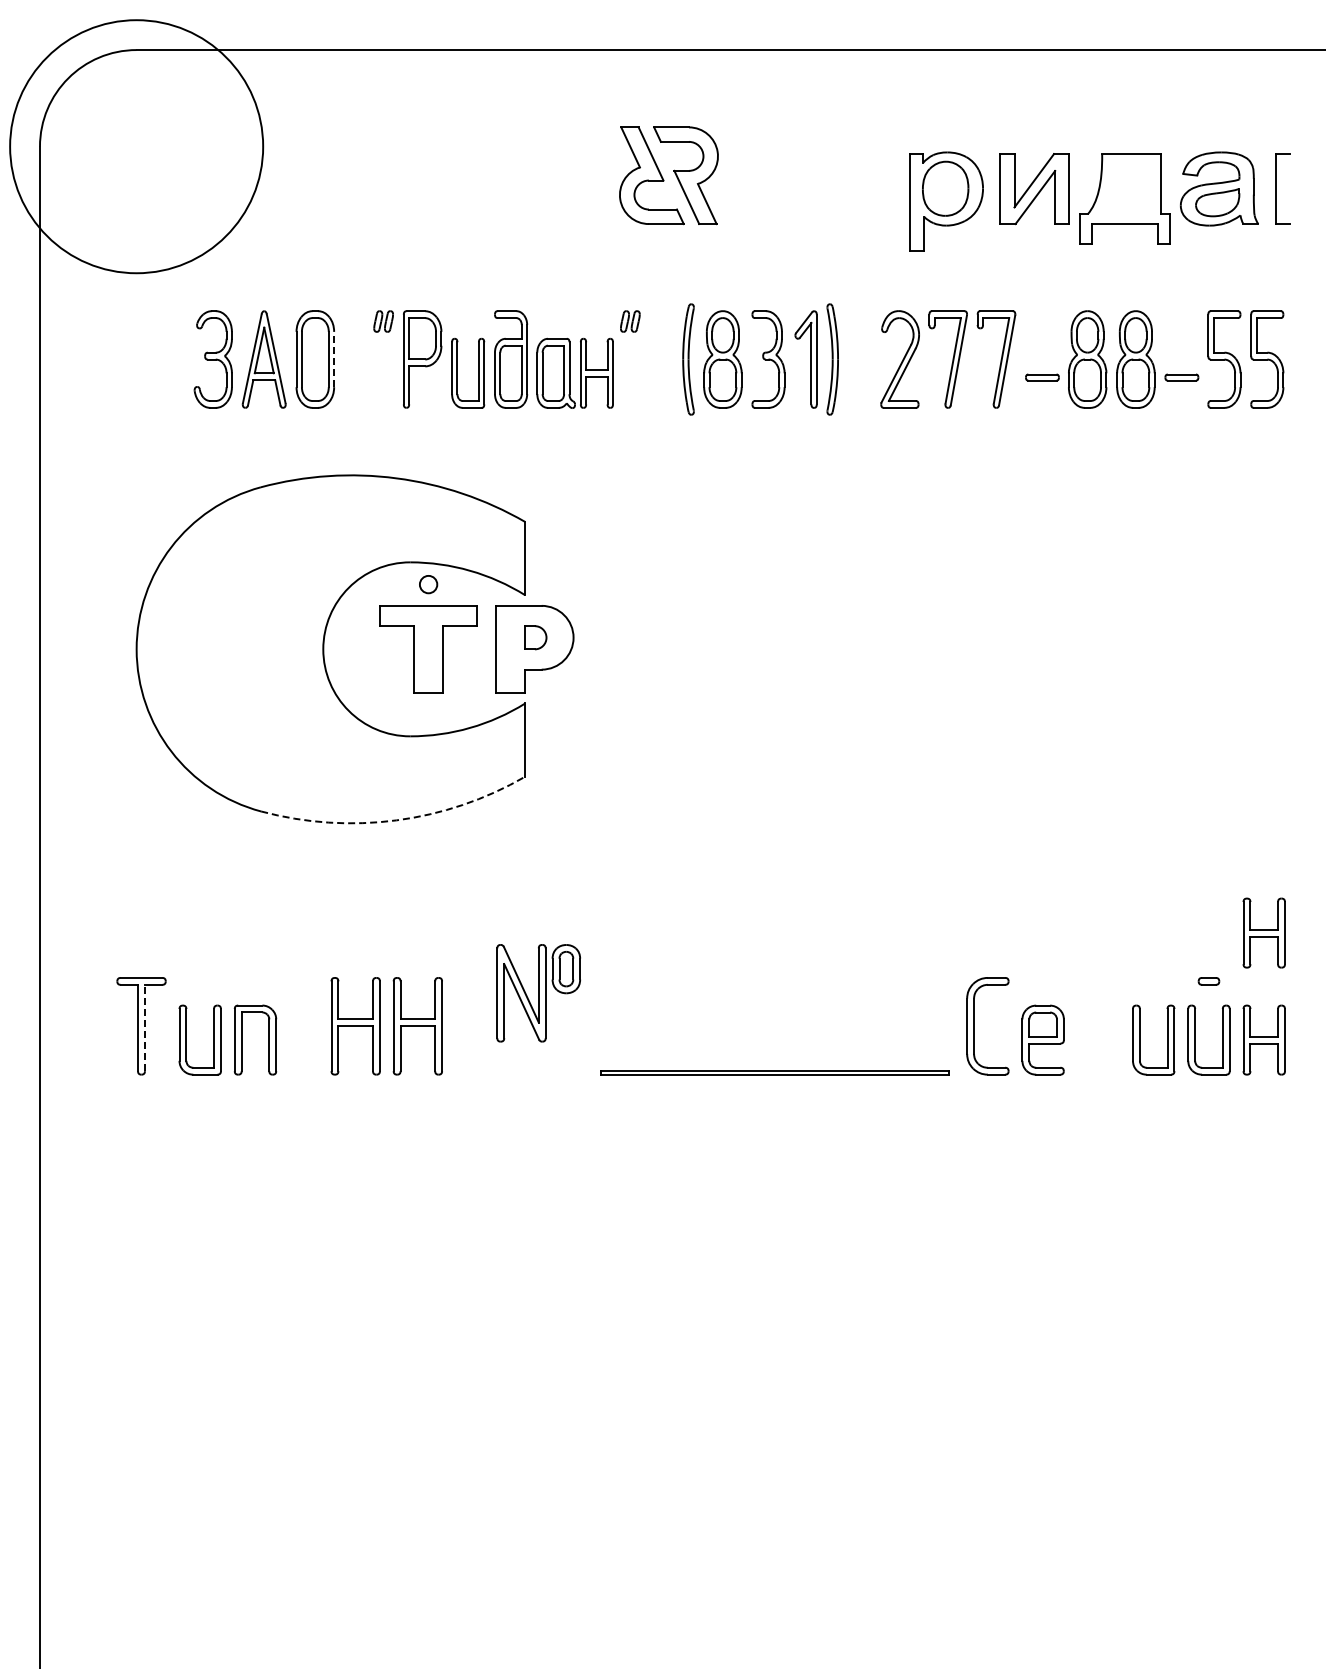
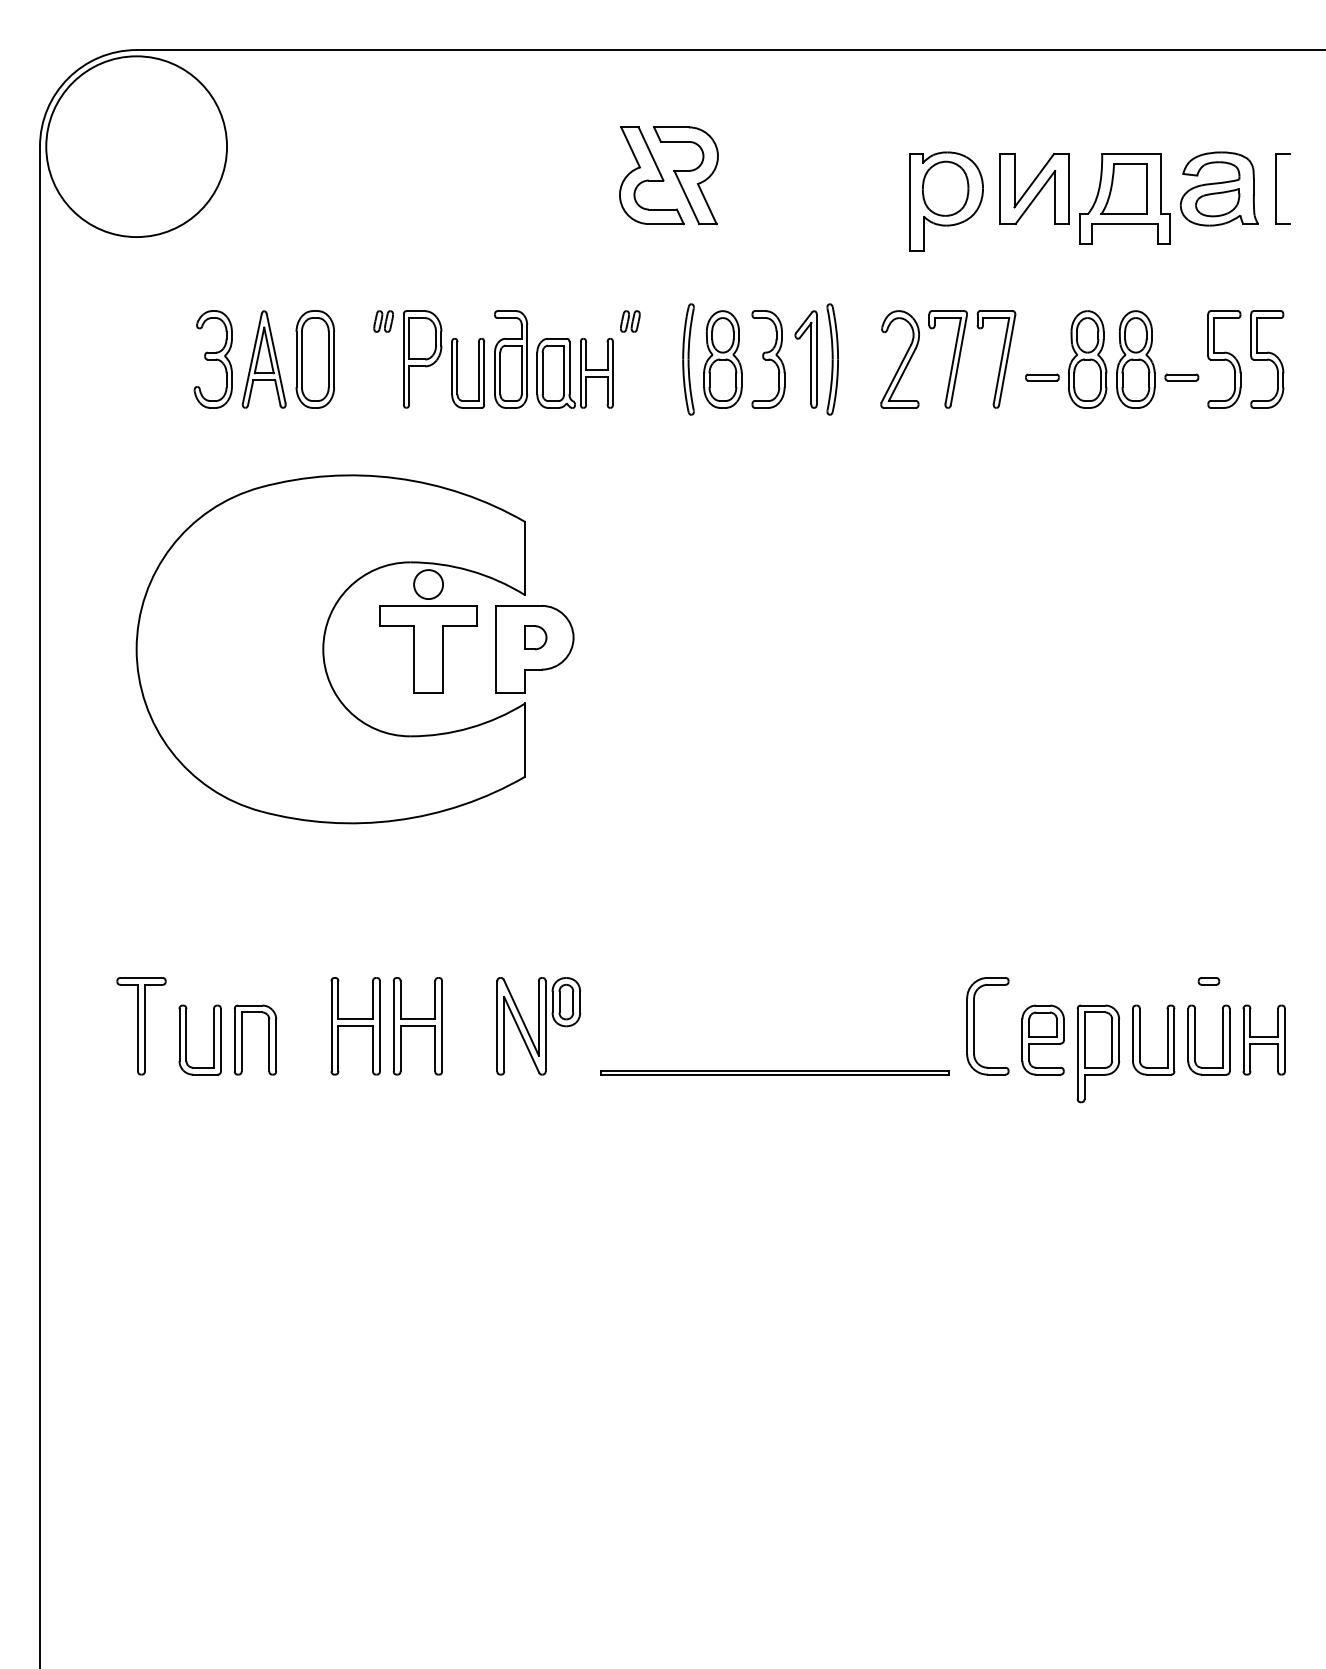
circle at (136, 146) diameter: 253 px -> 181 px
part at (1123, 188): none -> present
line at (334, 359): dashed -> solid
circle at (428, 584) diameter: 17 px -> 29 px
arc at (396, 820): dashed -> solid
part at (1263, 932): present -> none
part at (538, 993) position: (538, 993) -> (538, 1026)
line at (144, 1027): dashed -> solid
part at (1097, 1053): none -> present
